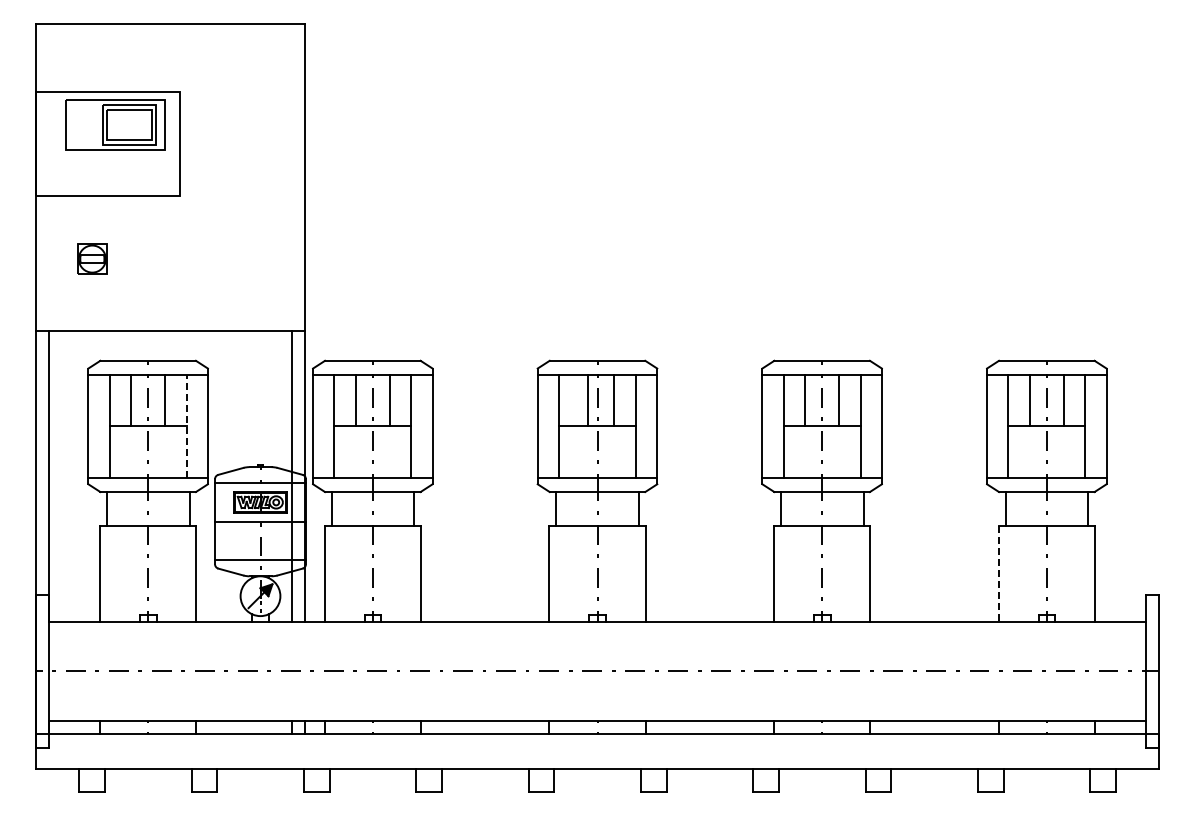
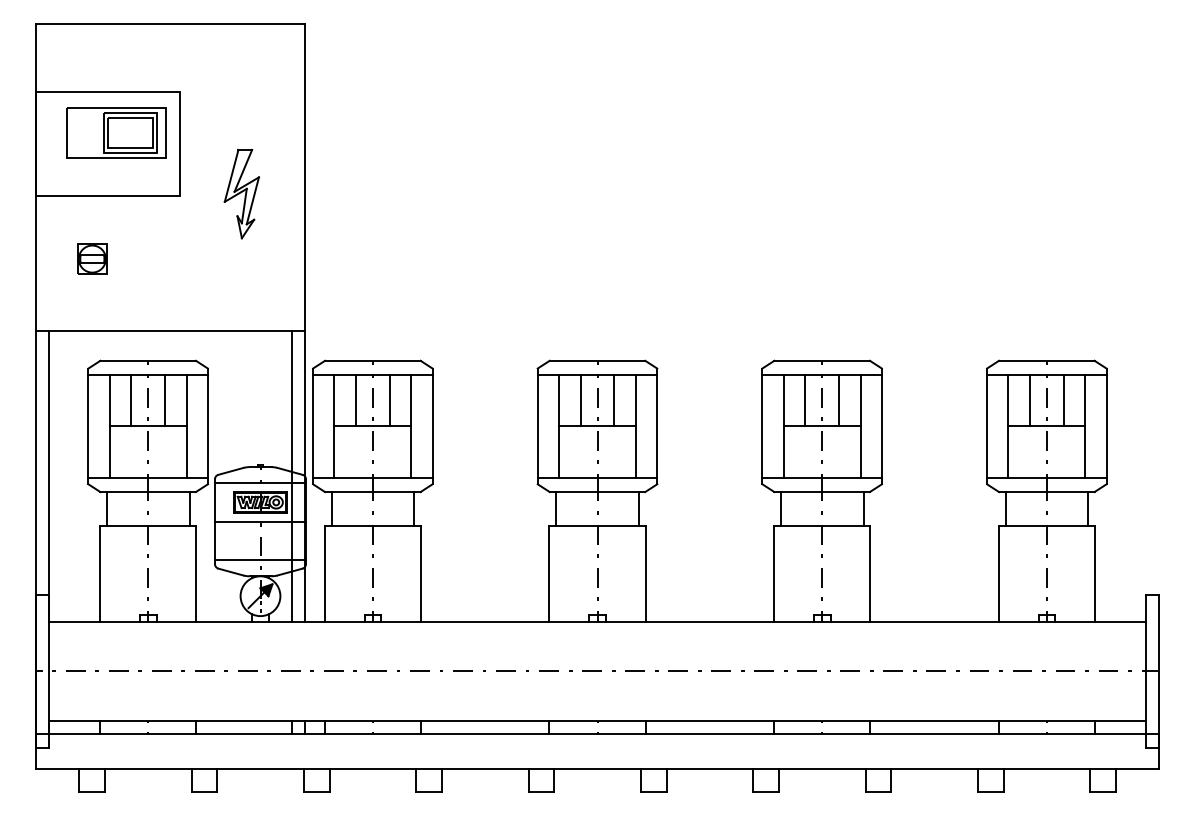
part at (115, 124) position: (115, 124) -> (116, 132)
part at (241, 193): none -> present
line at (587, 400) position: (587, 400) -> (580, 400)
line at (186, 425): dashed -> solid
line at (998, 574): dashed -> solid
